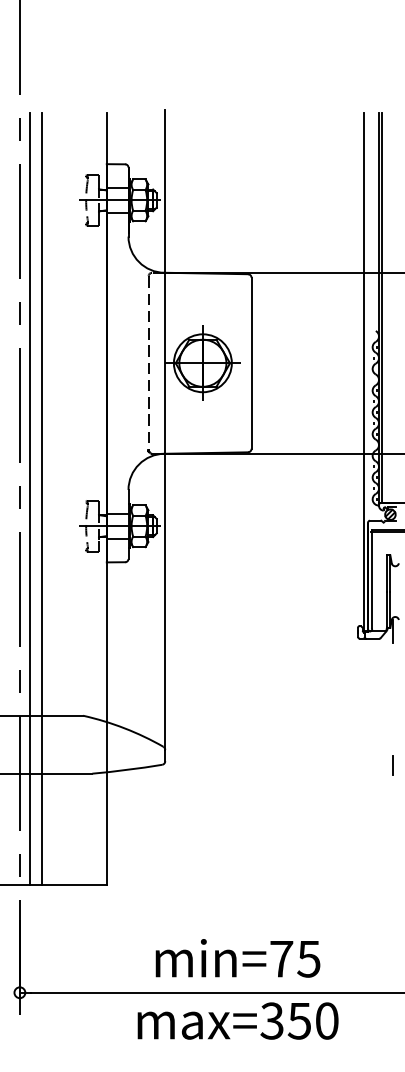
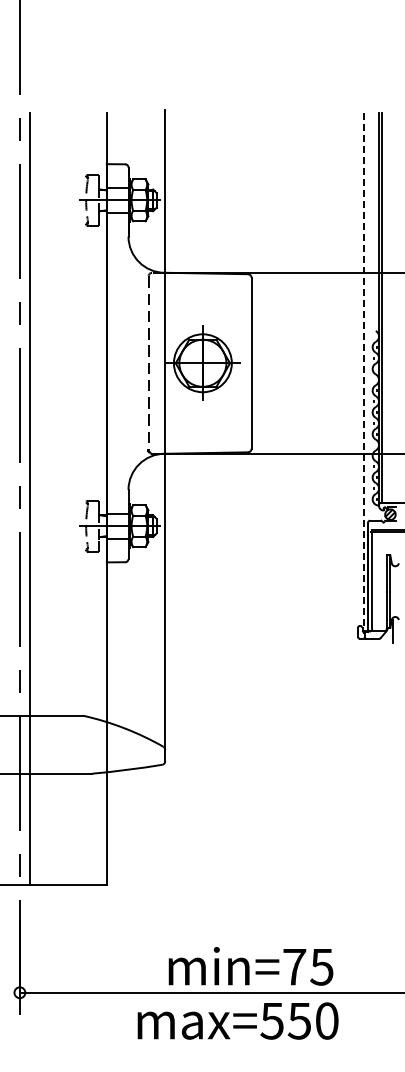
line at (363, 372): solid -> dashed
line at (41, 498): present -> none
line at (392, 765): present -> none
text at (237, 958) position: (237, 958) -> (250, 966)
text at (271, 1020): max=350 -> max=550
